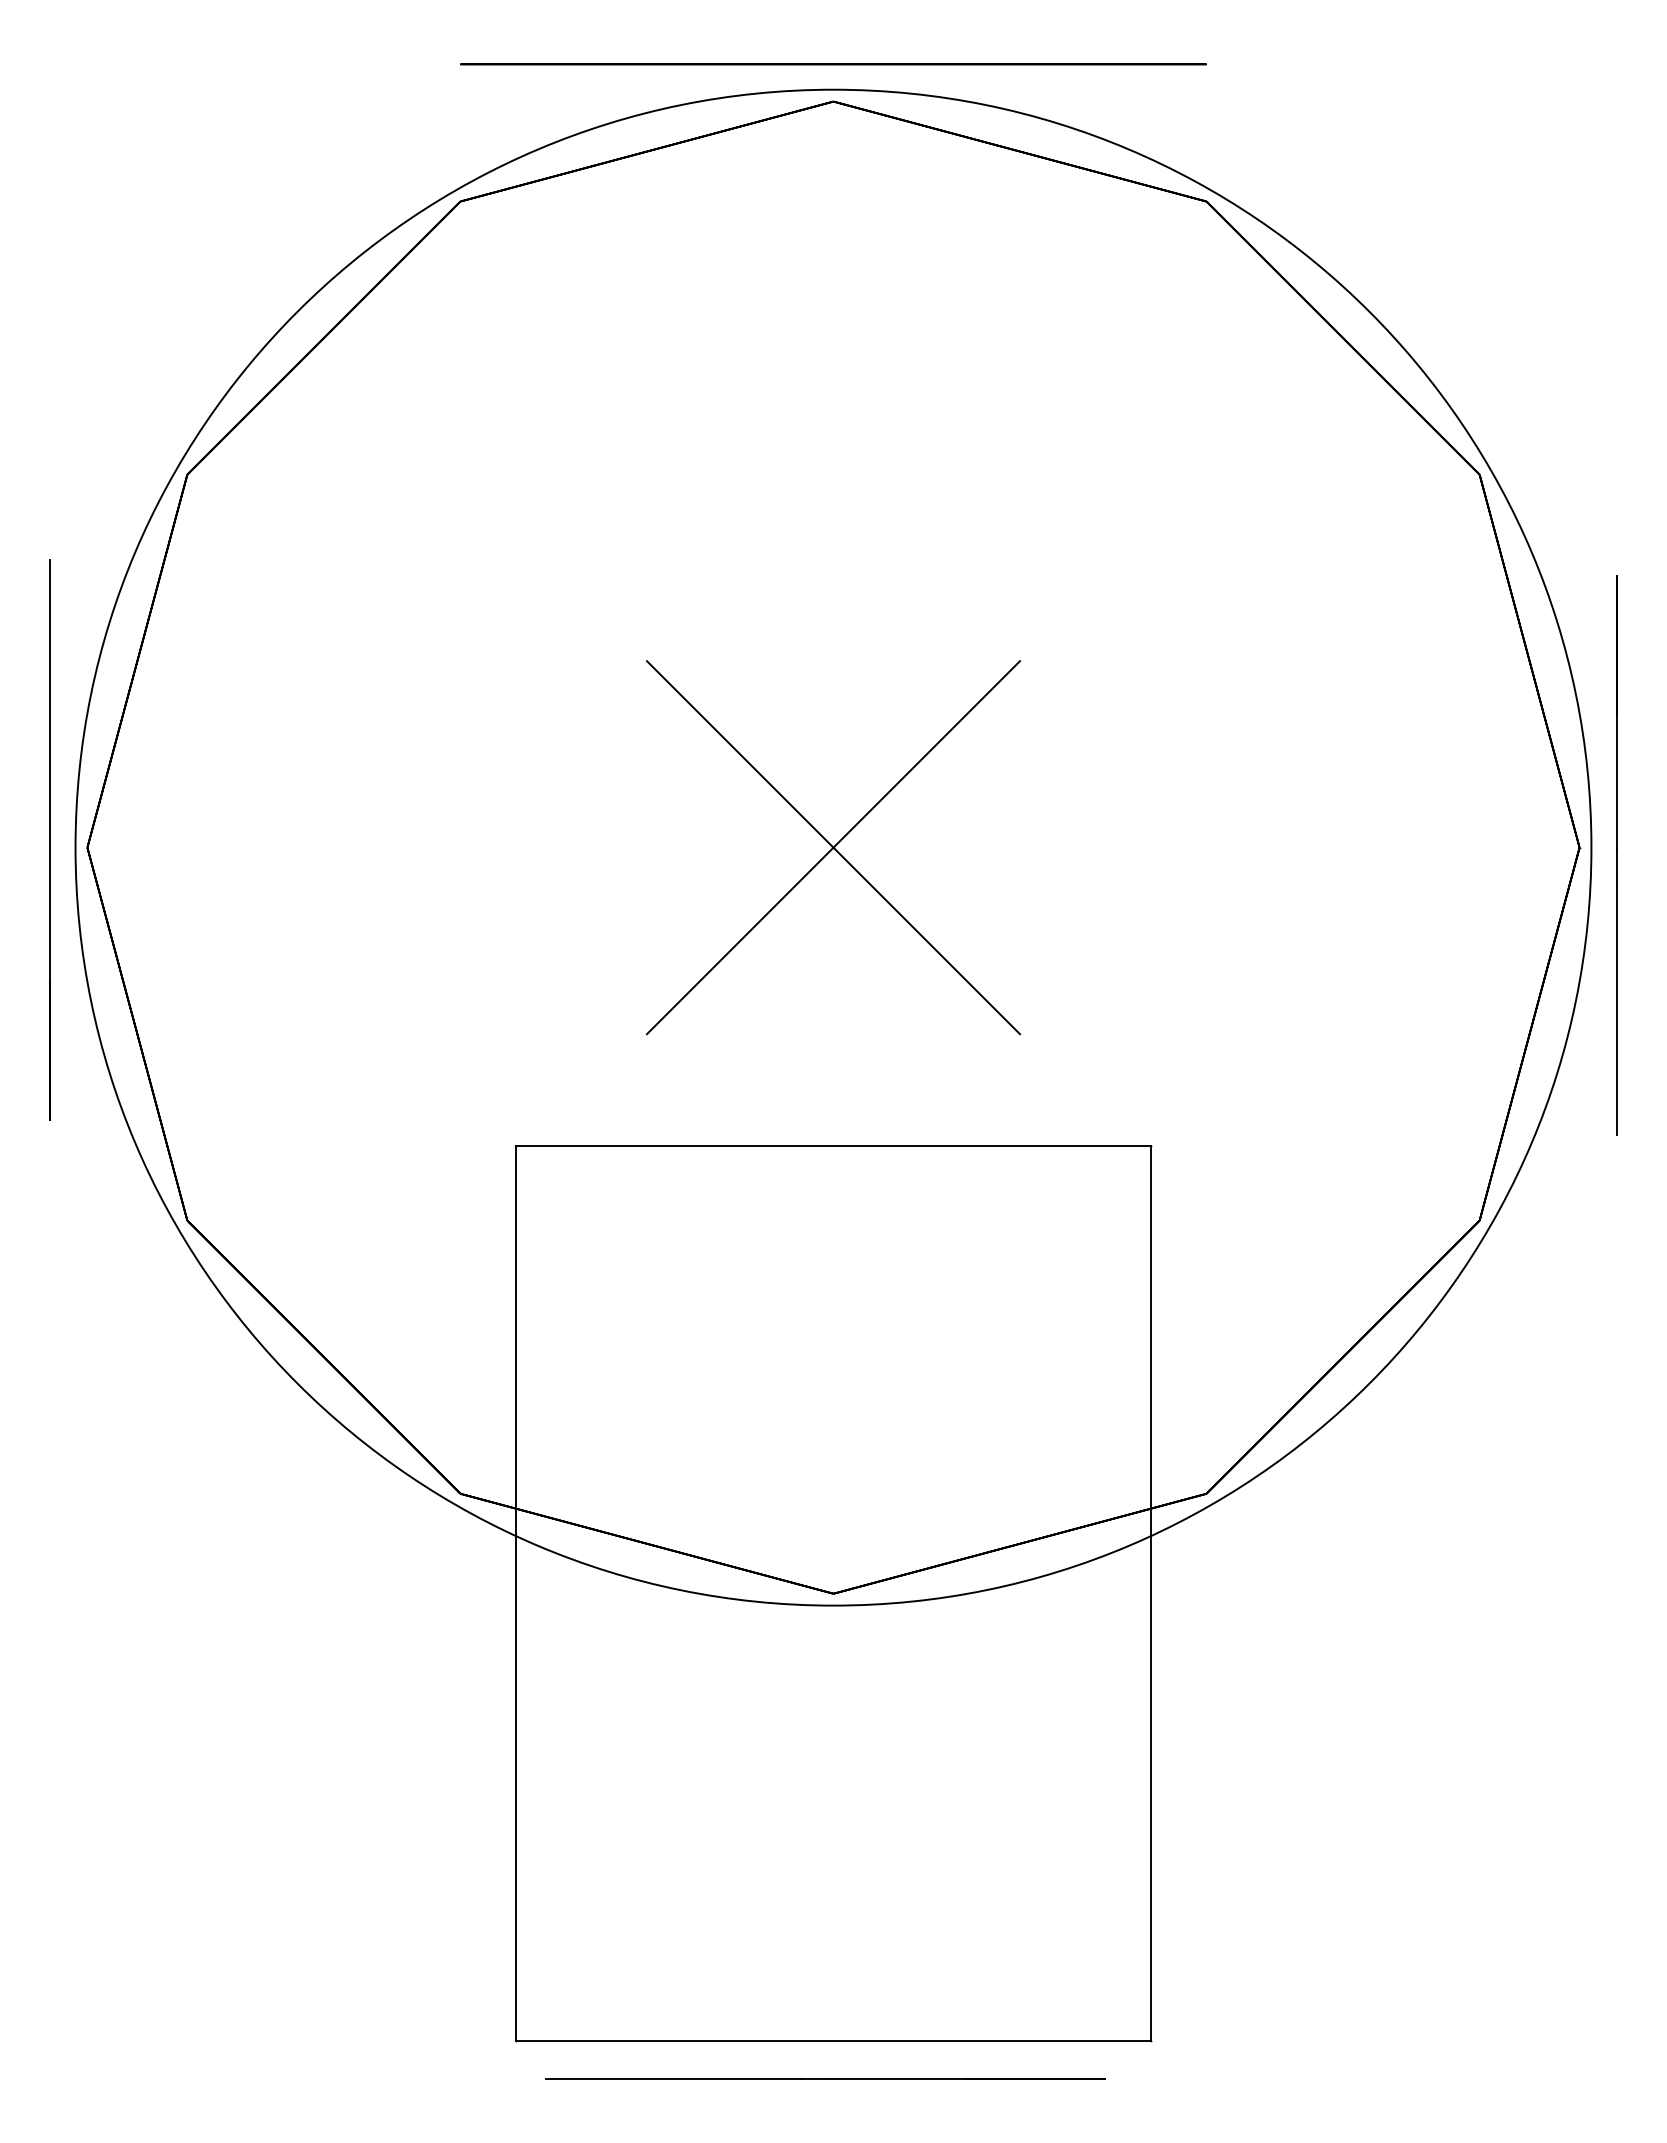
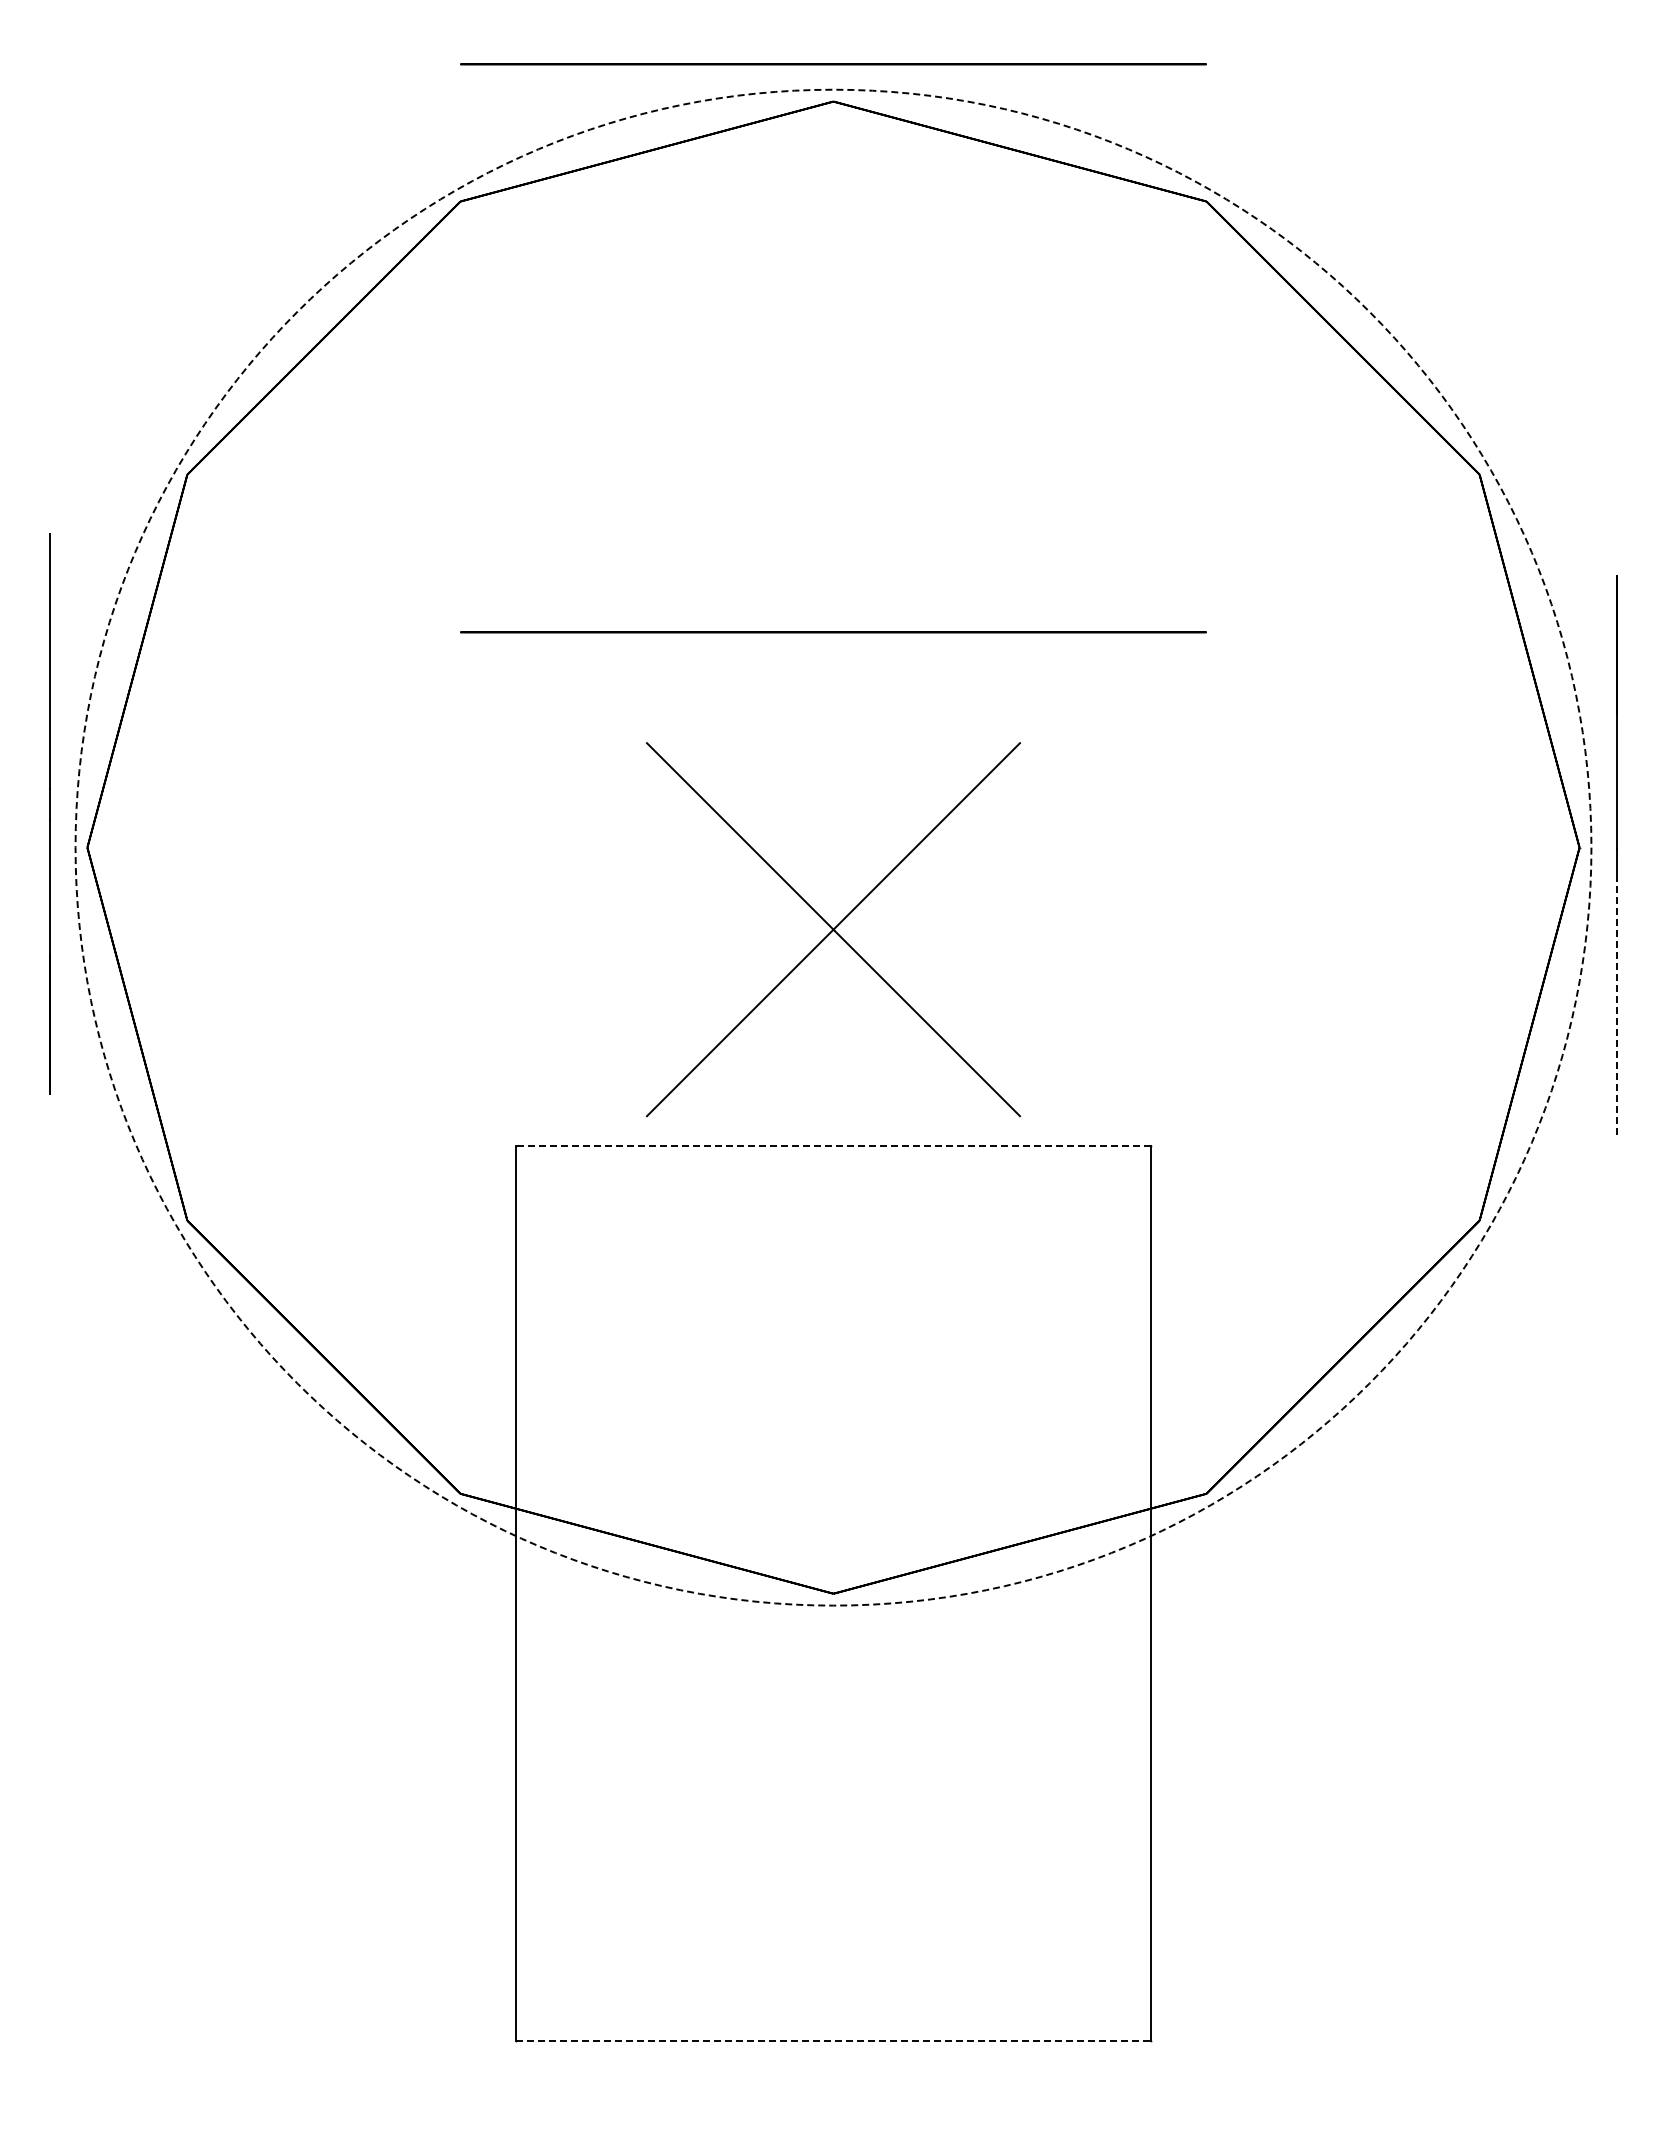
line at (833, 632): none -> present
line at (49, 839) position: (49, 839) -> (49, 813)
circle at (833, 847): solid -> dashed
part at (833, 847) position: (833, 847) -> (833, 929)
line at (1616, 1007): solid -> dashed
line at (833, 1146): solid -> dashed
line at (833, 2041): solid -> dashed
line at (825, 2078): present -> none
